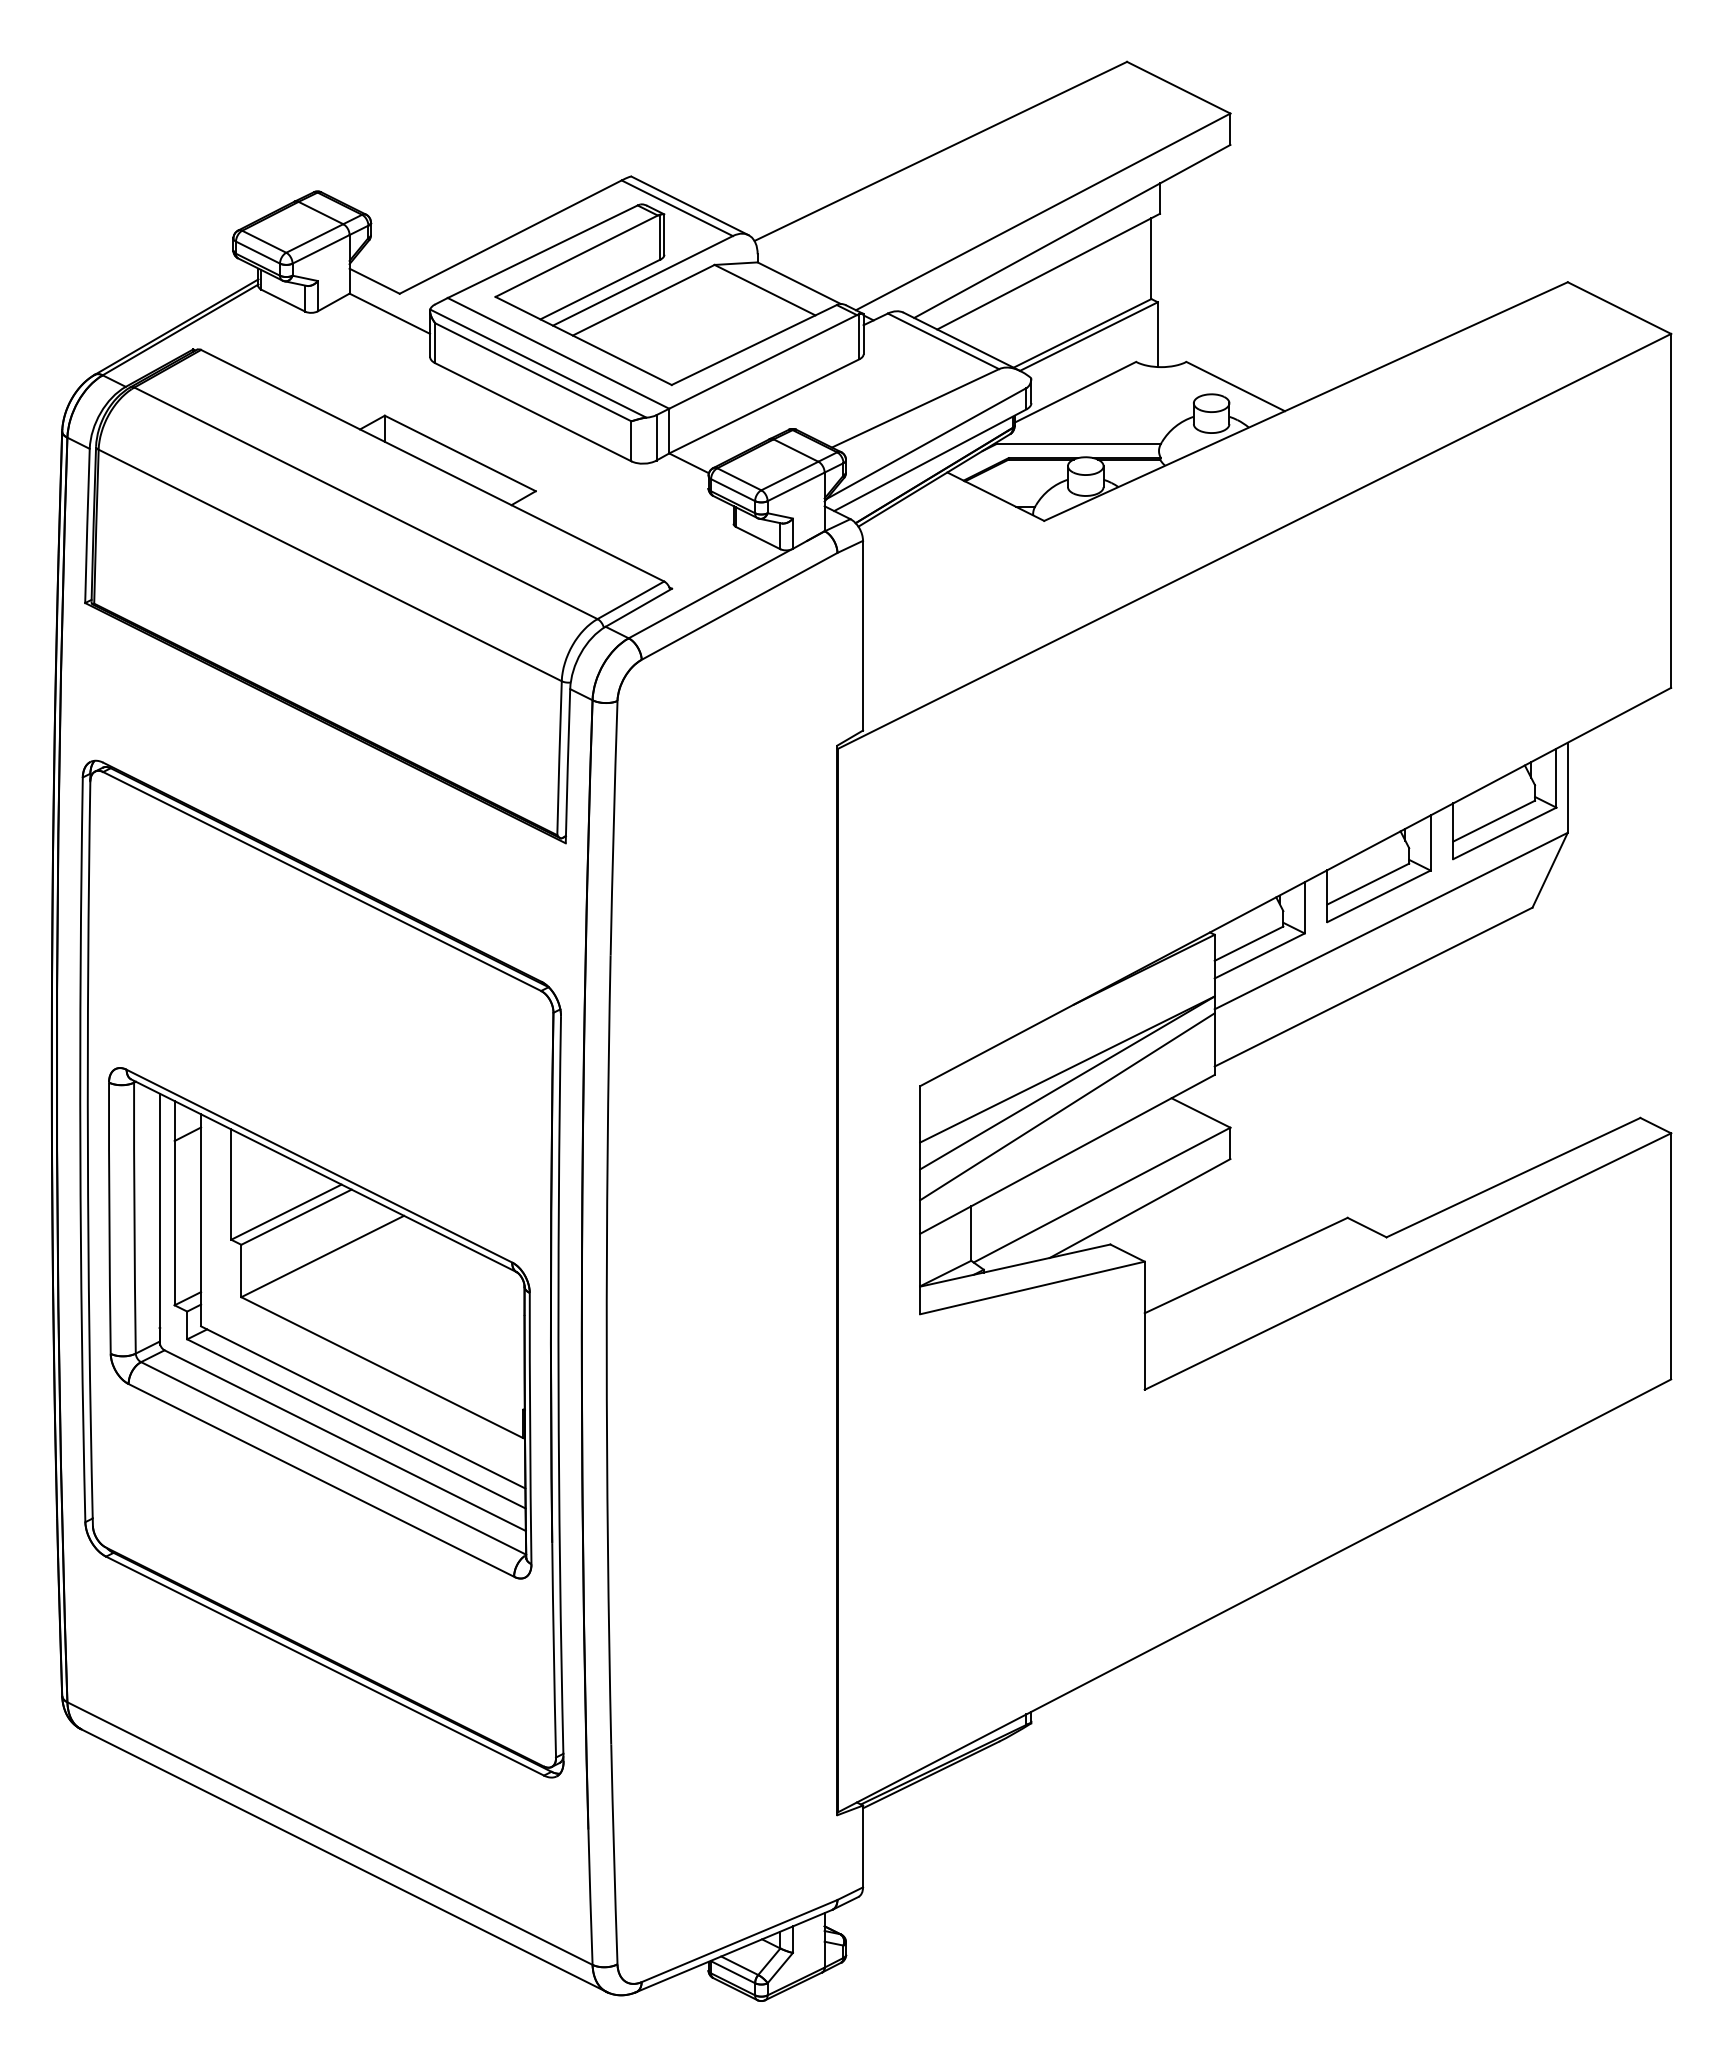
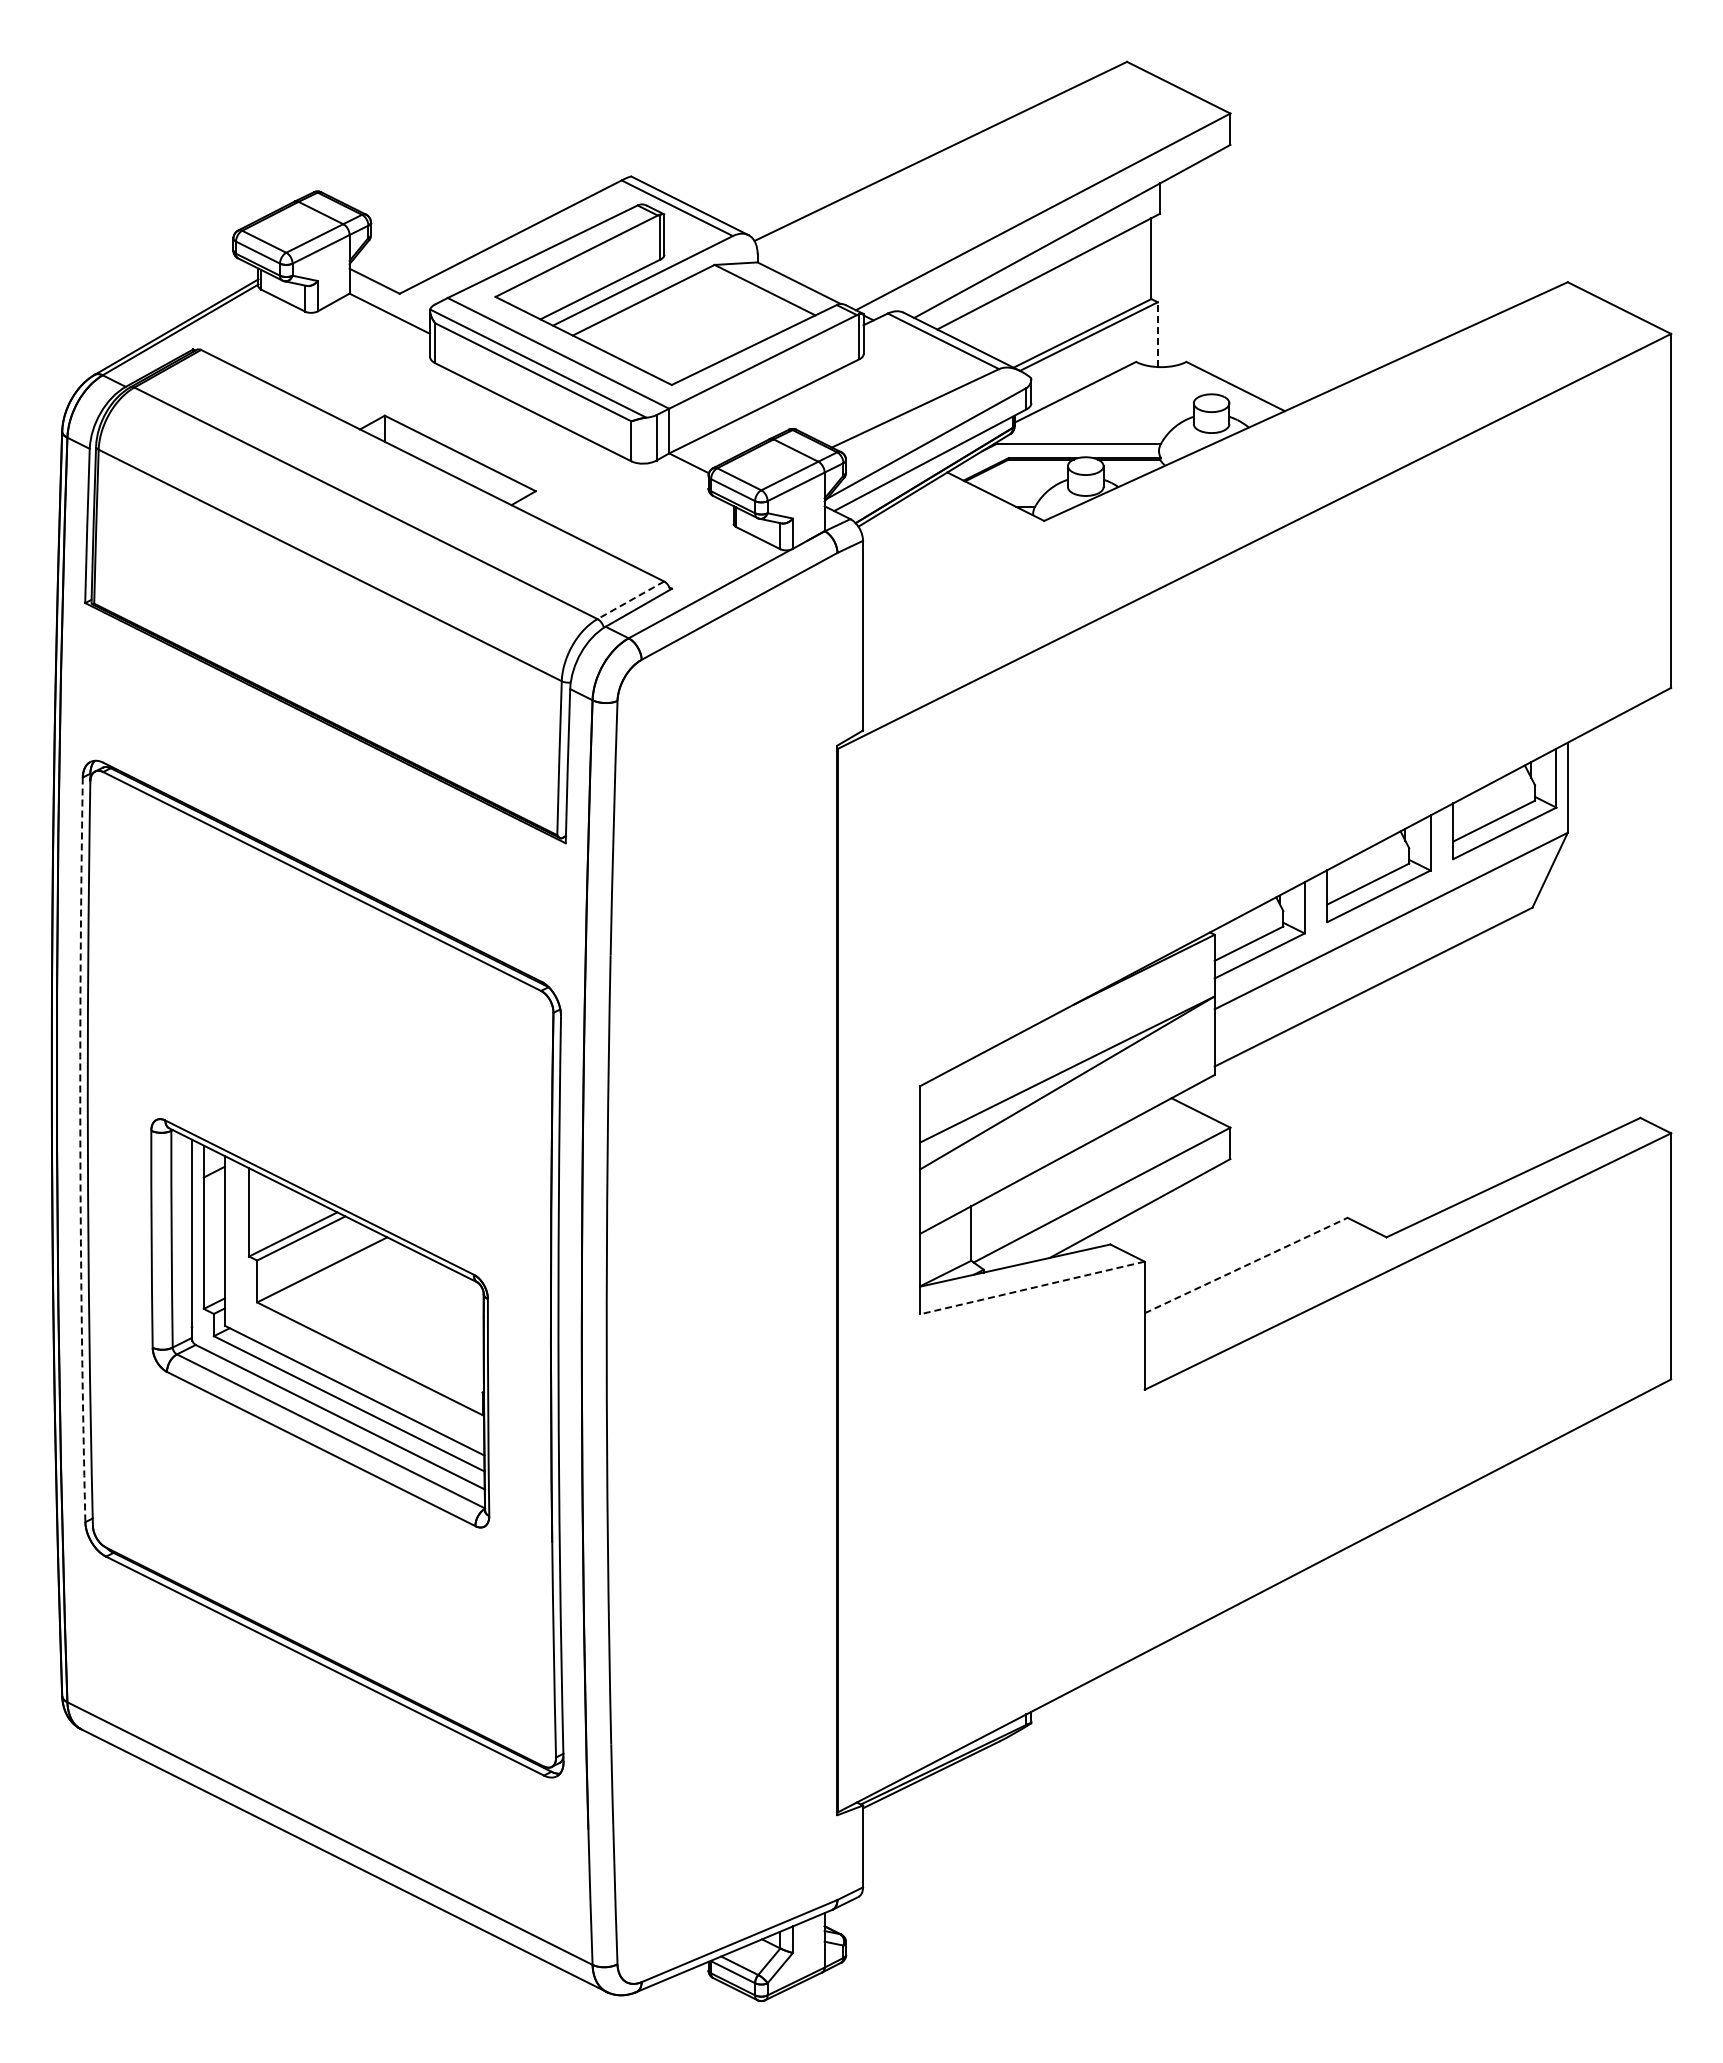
line at (1157, 334): solid -> dashed
line at (630, 600): solid -> dashed
line at (1067, 1106): present -> none
arc at (80, 1149): solid -> dashed
line at (1246, 1265): solid -> dashed
line at (1031, 1288): solid -> dashed
part at (320, 1323) size: 425x513 px -> 341x411 px
